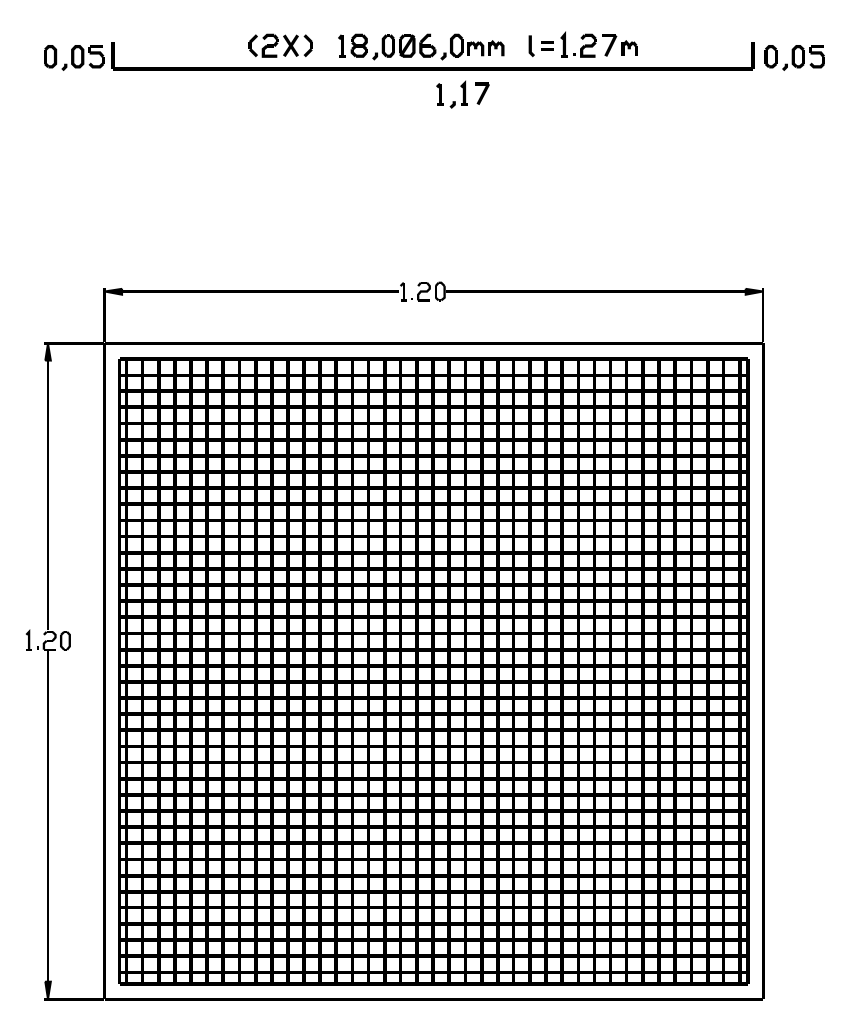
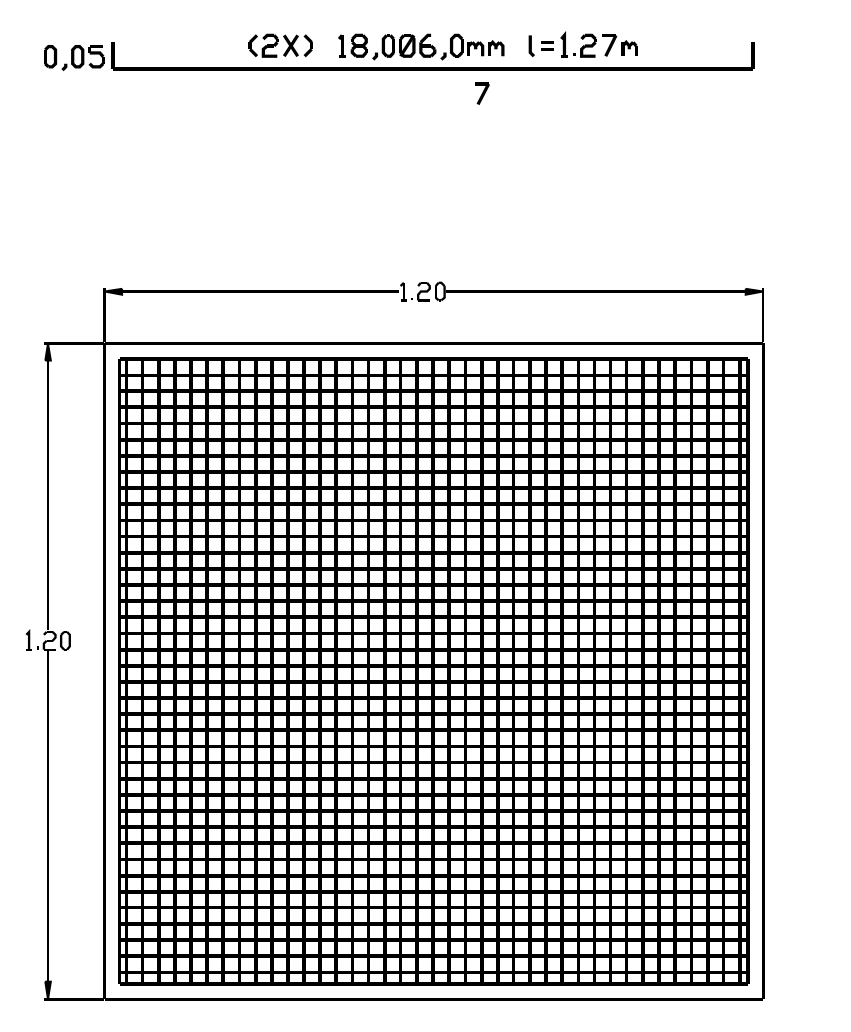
part at (794, 57): present -> none
part at (452, 101): present -> none
